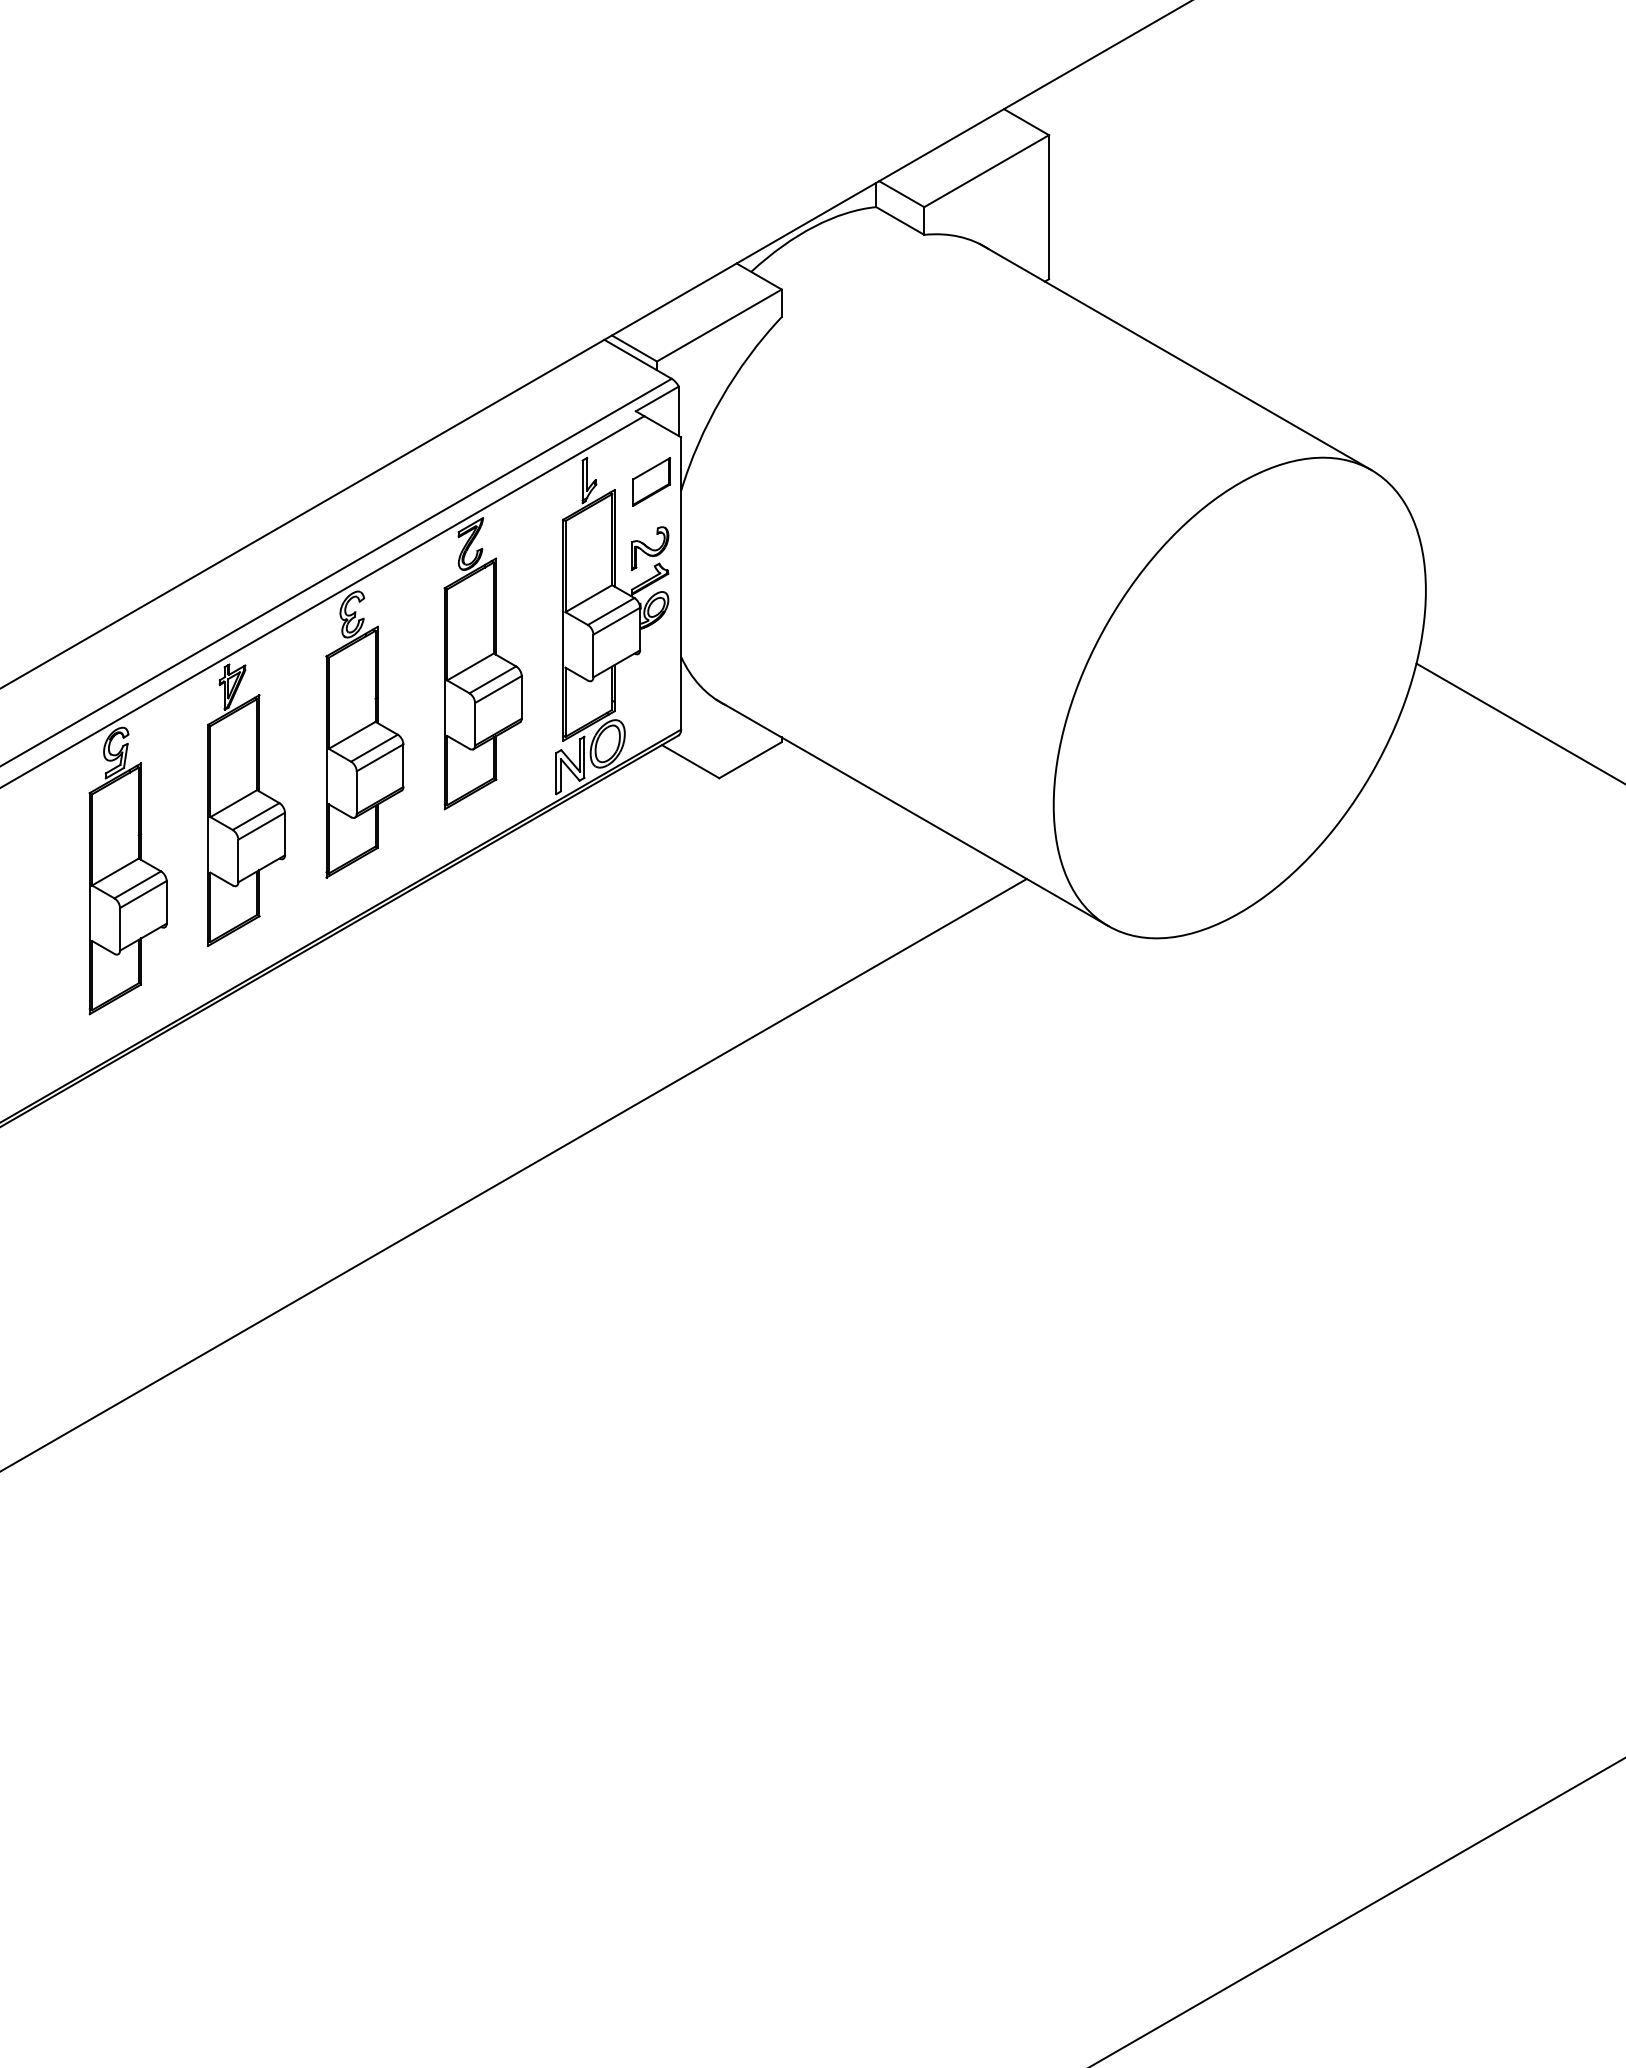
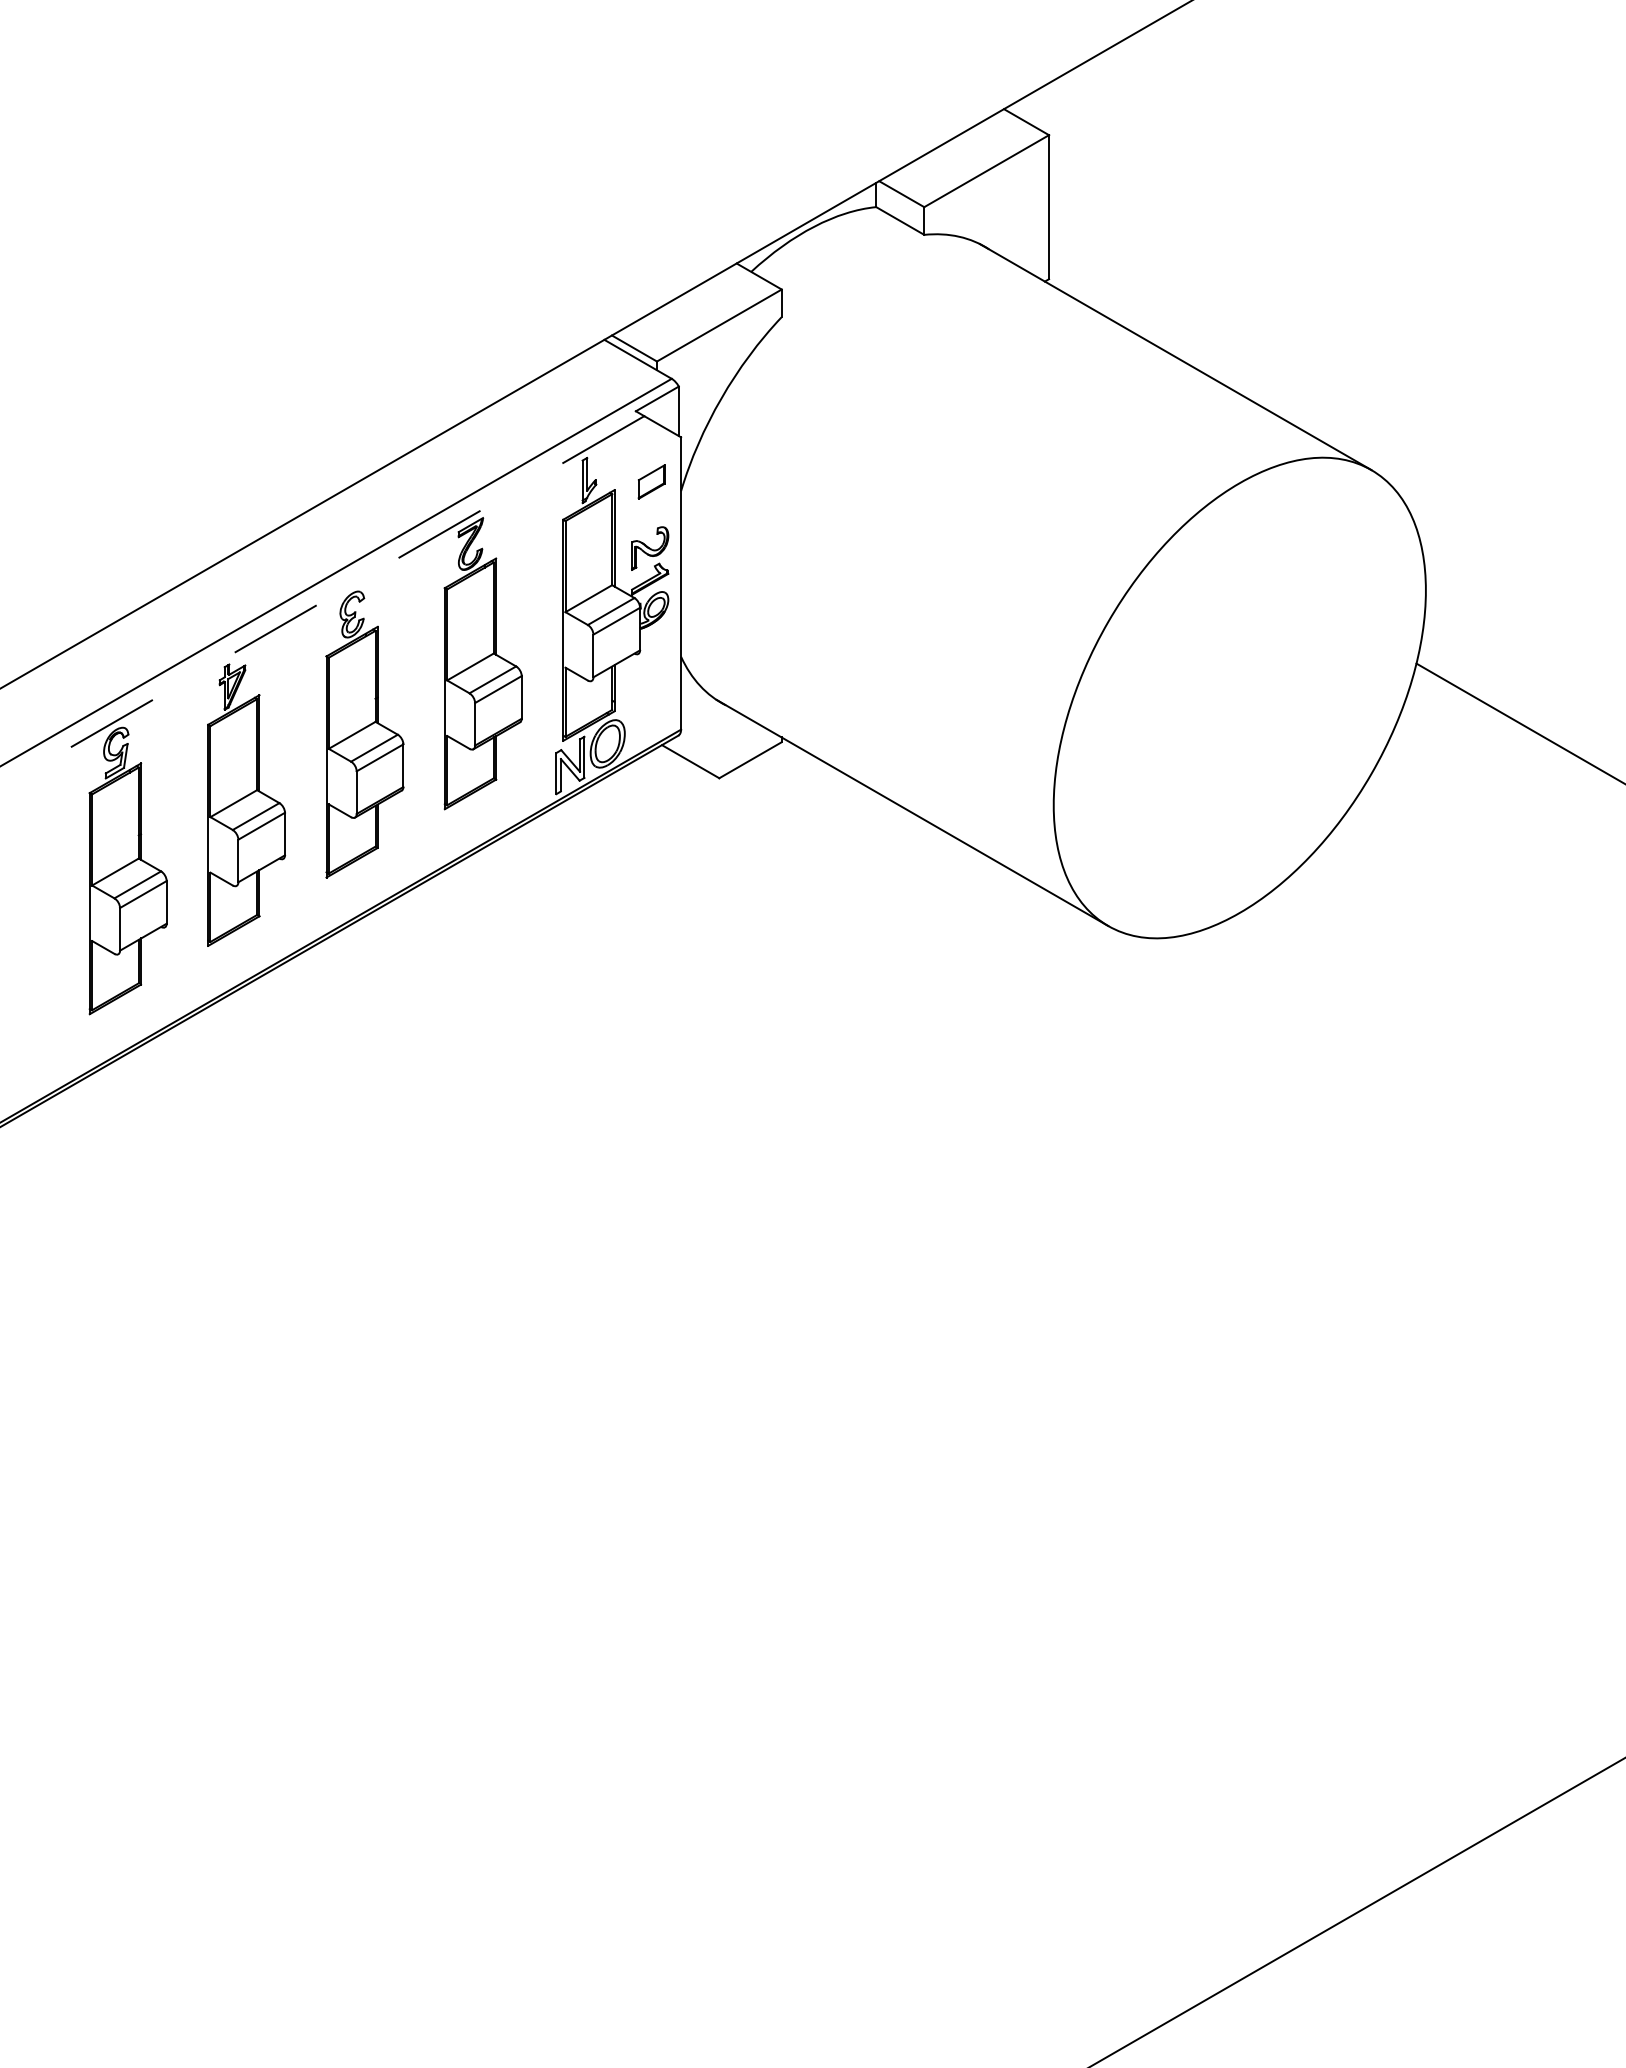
part at (651, 481) size: 40x50 px -> 29x36 px
line at (322, 602): solid -> dashed
line at (514, 1174): present -> none
